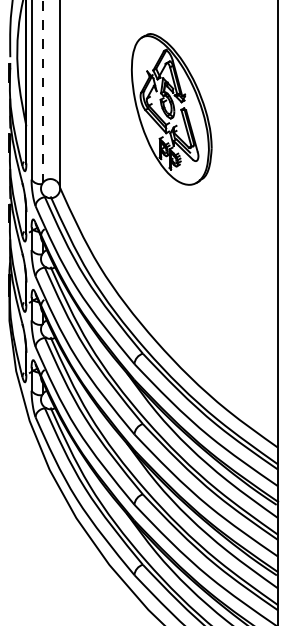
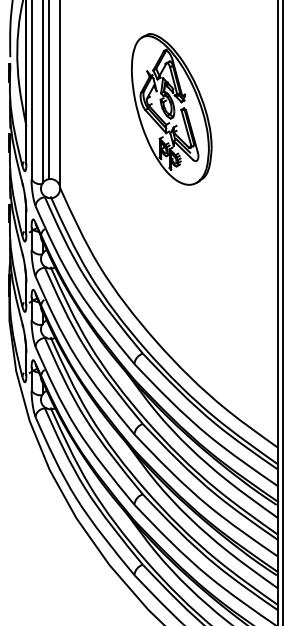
line at (48, 90): none -> present
line at (42, 91): dashed -> solid
line at (283, 312): none -> present
